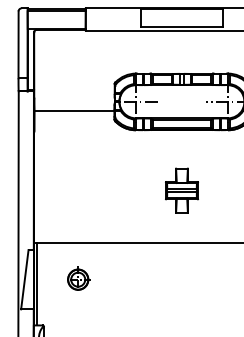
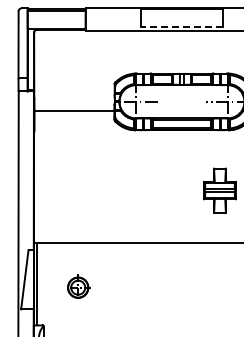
line at (182, 26): solid -> dashed
part at (181, 190) position: (181, 190) -> (219, 190)
part at (78, 278) position: (78, 278) -> (78, 286)
